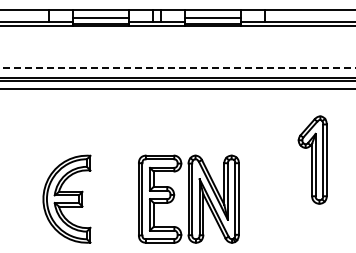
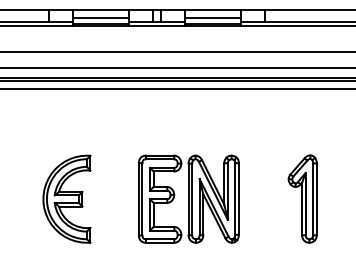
line at (177, 51): none -> present
line at (177, 67): dashed -> solid
part at (312, 159) position: (312, 159) -> (302, 198)
